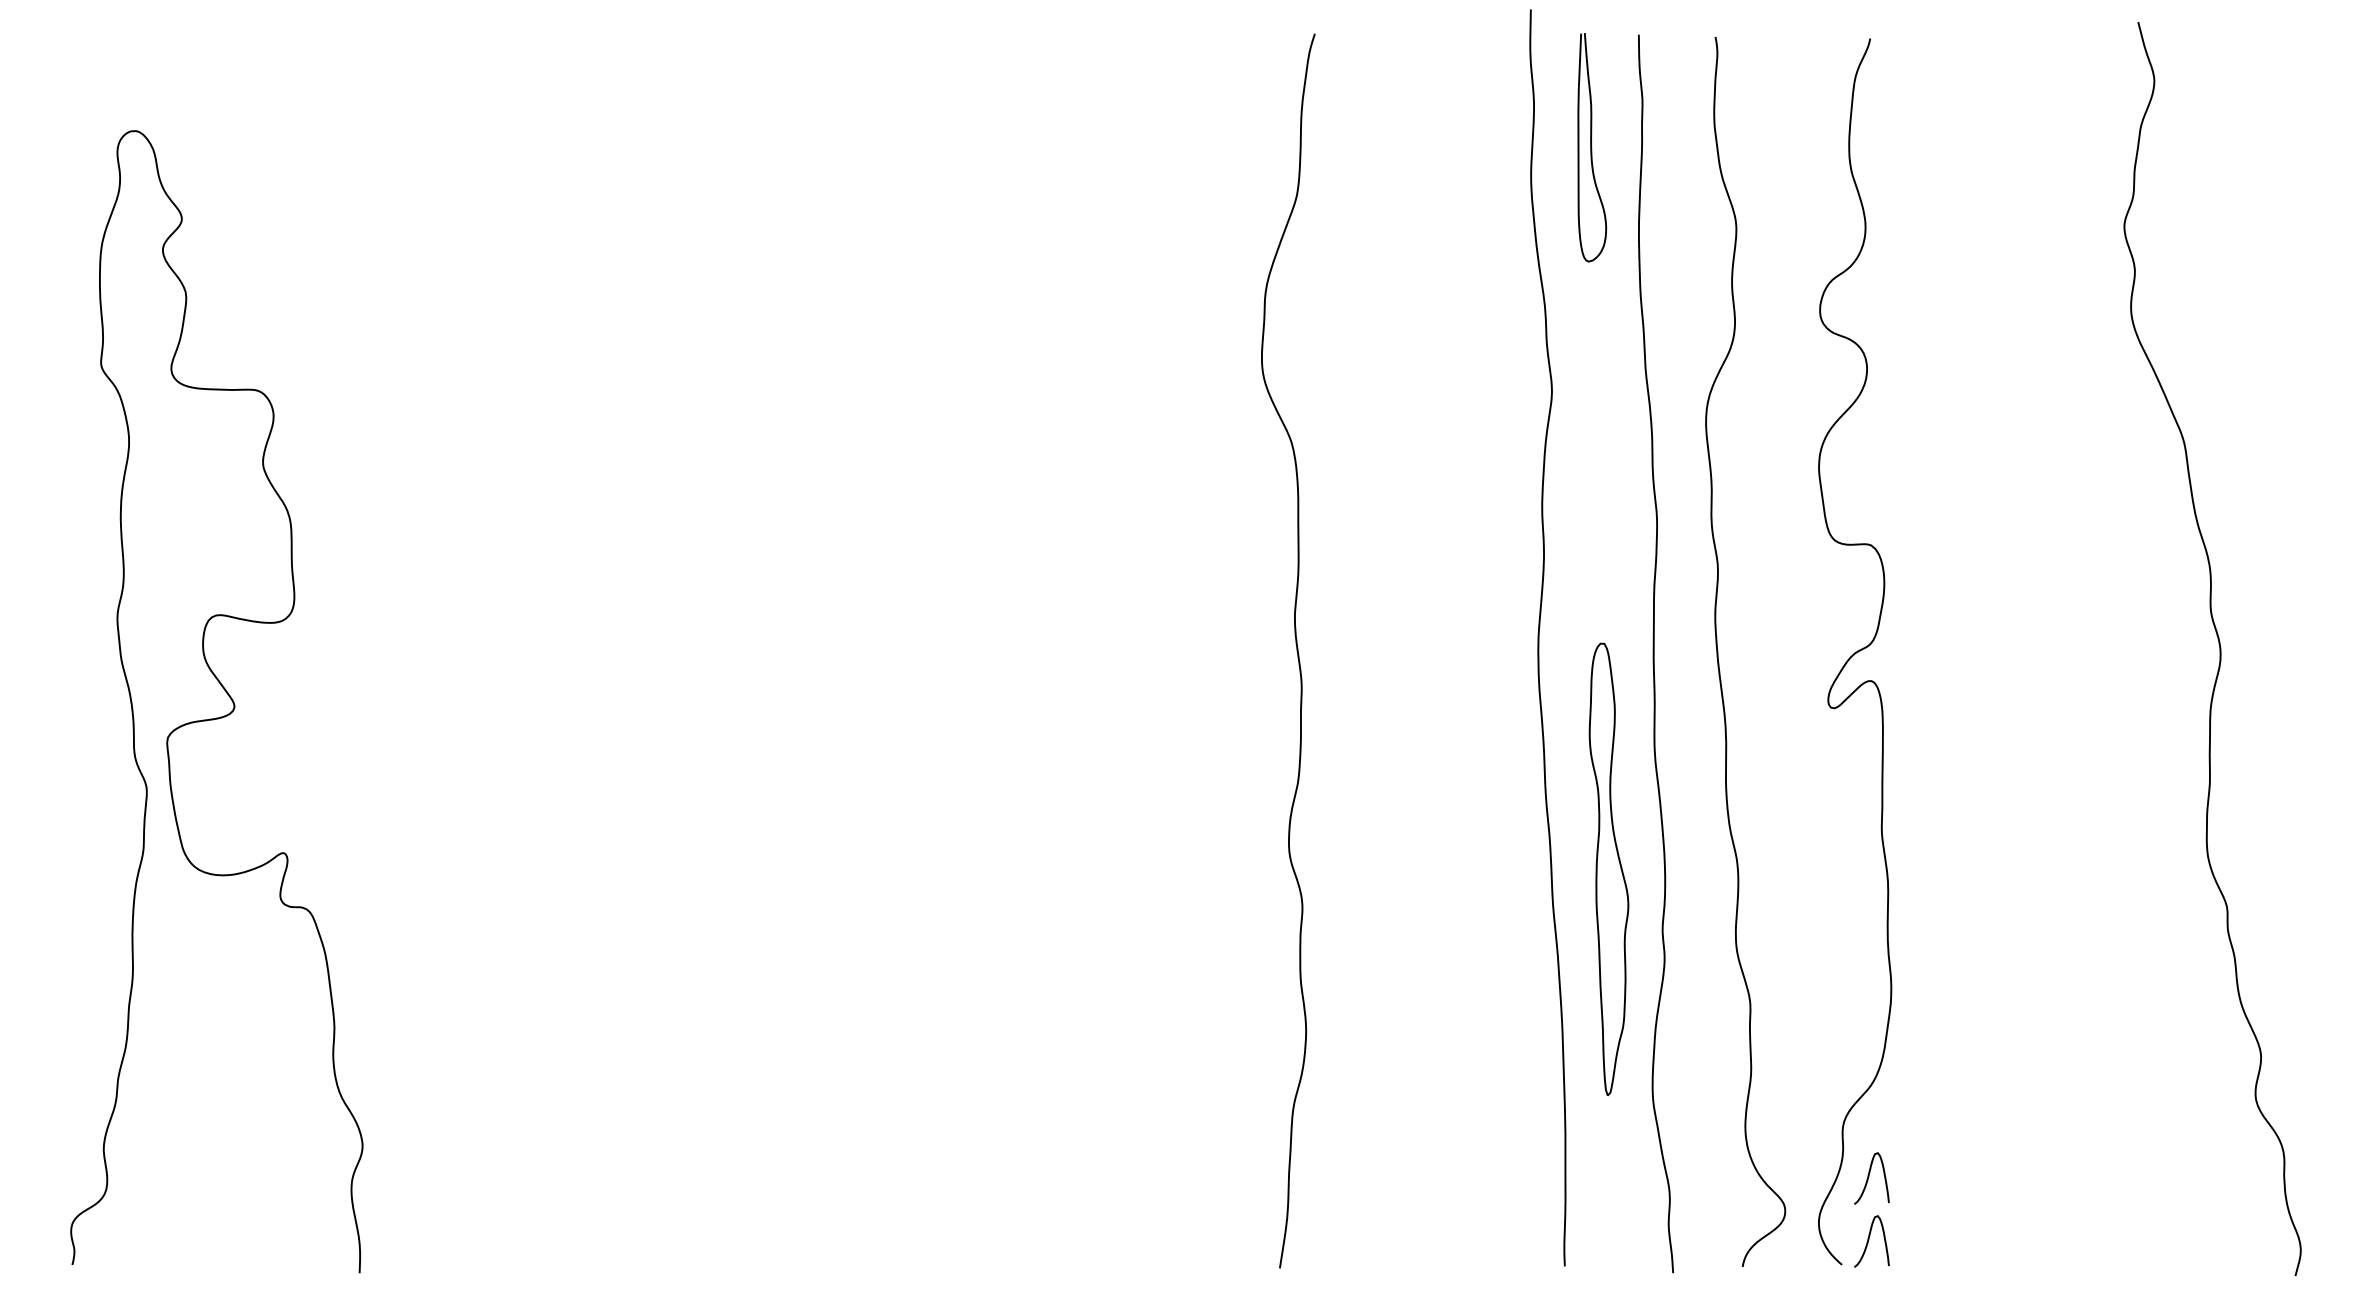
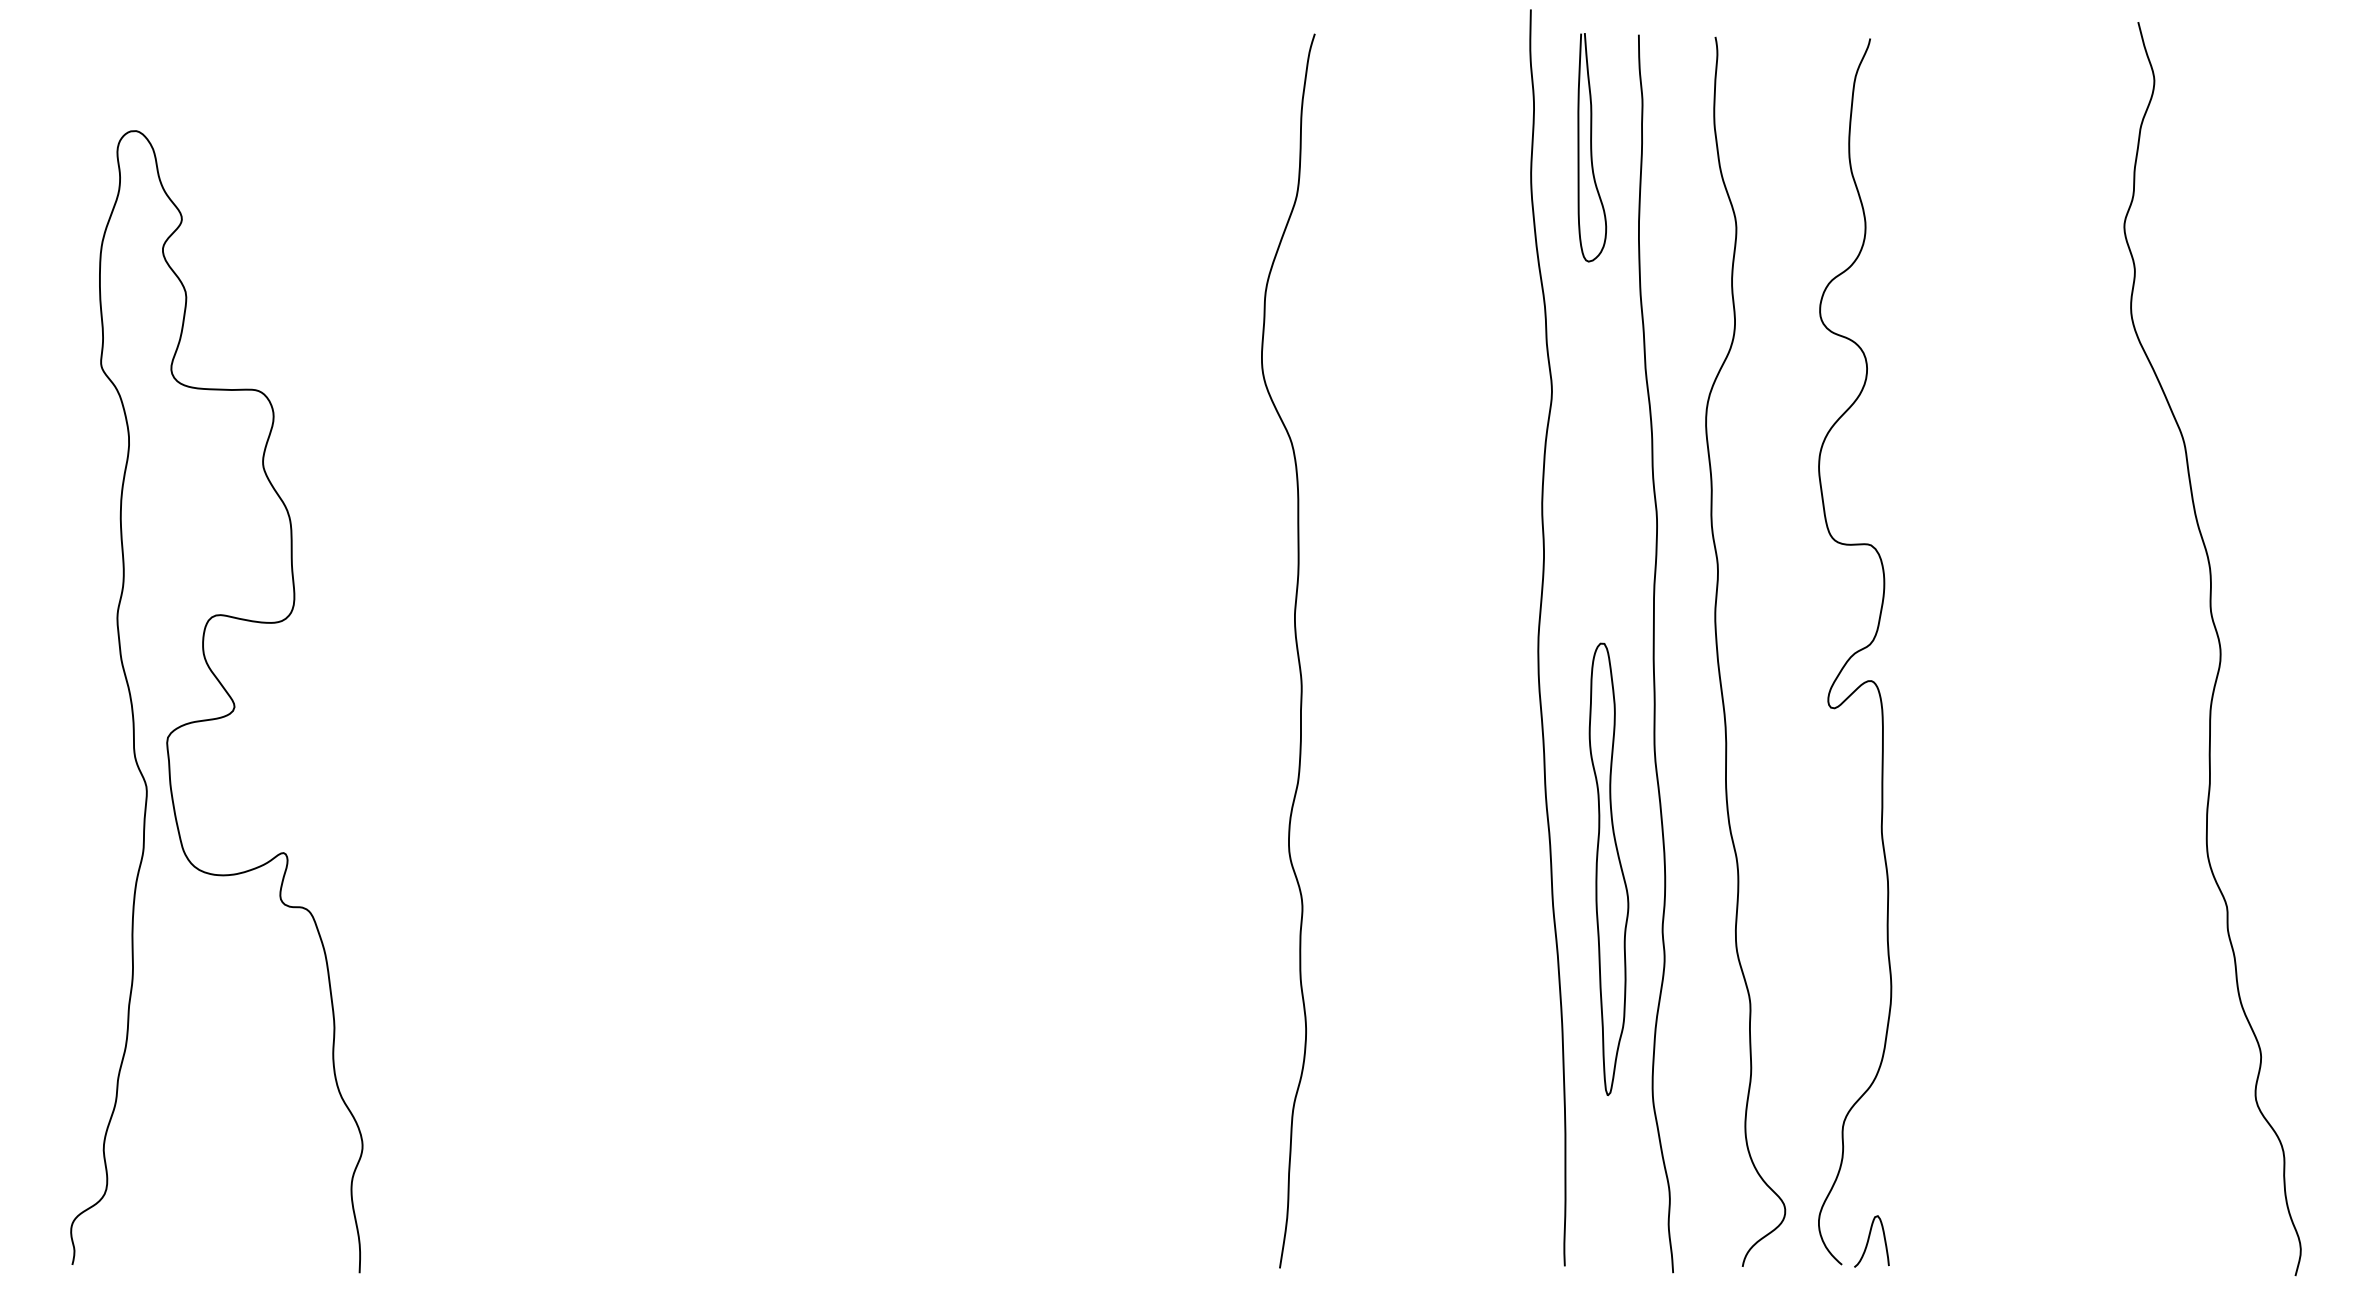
curve at (1869, 1177): present -> none
